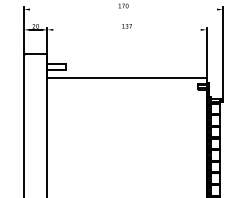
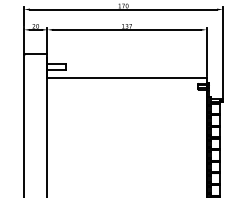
line at (123, 9): none -> present
line at (126, 29): none -> present
